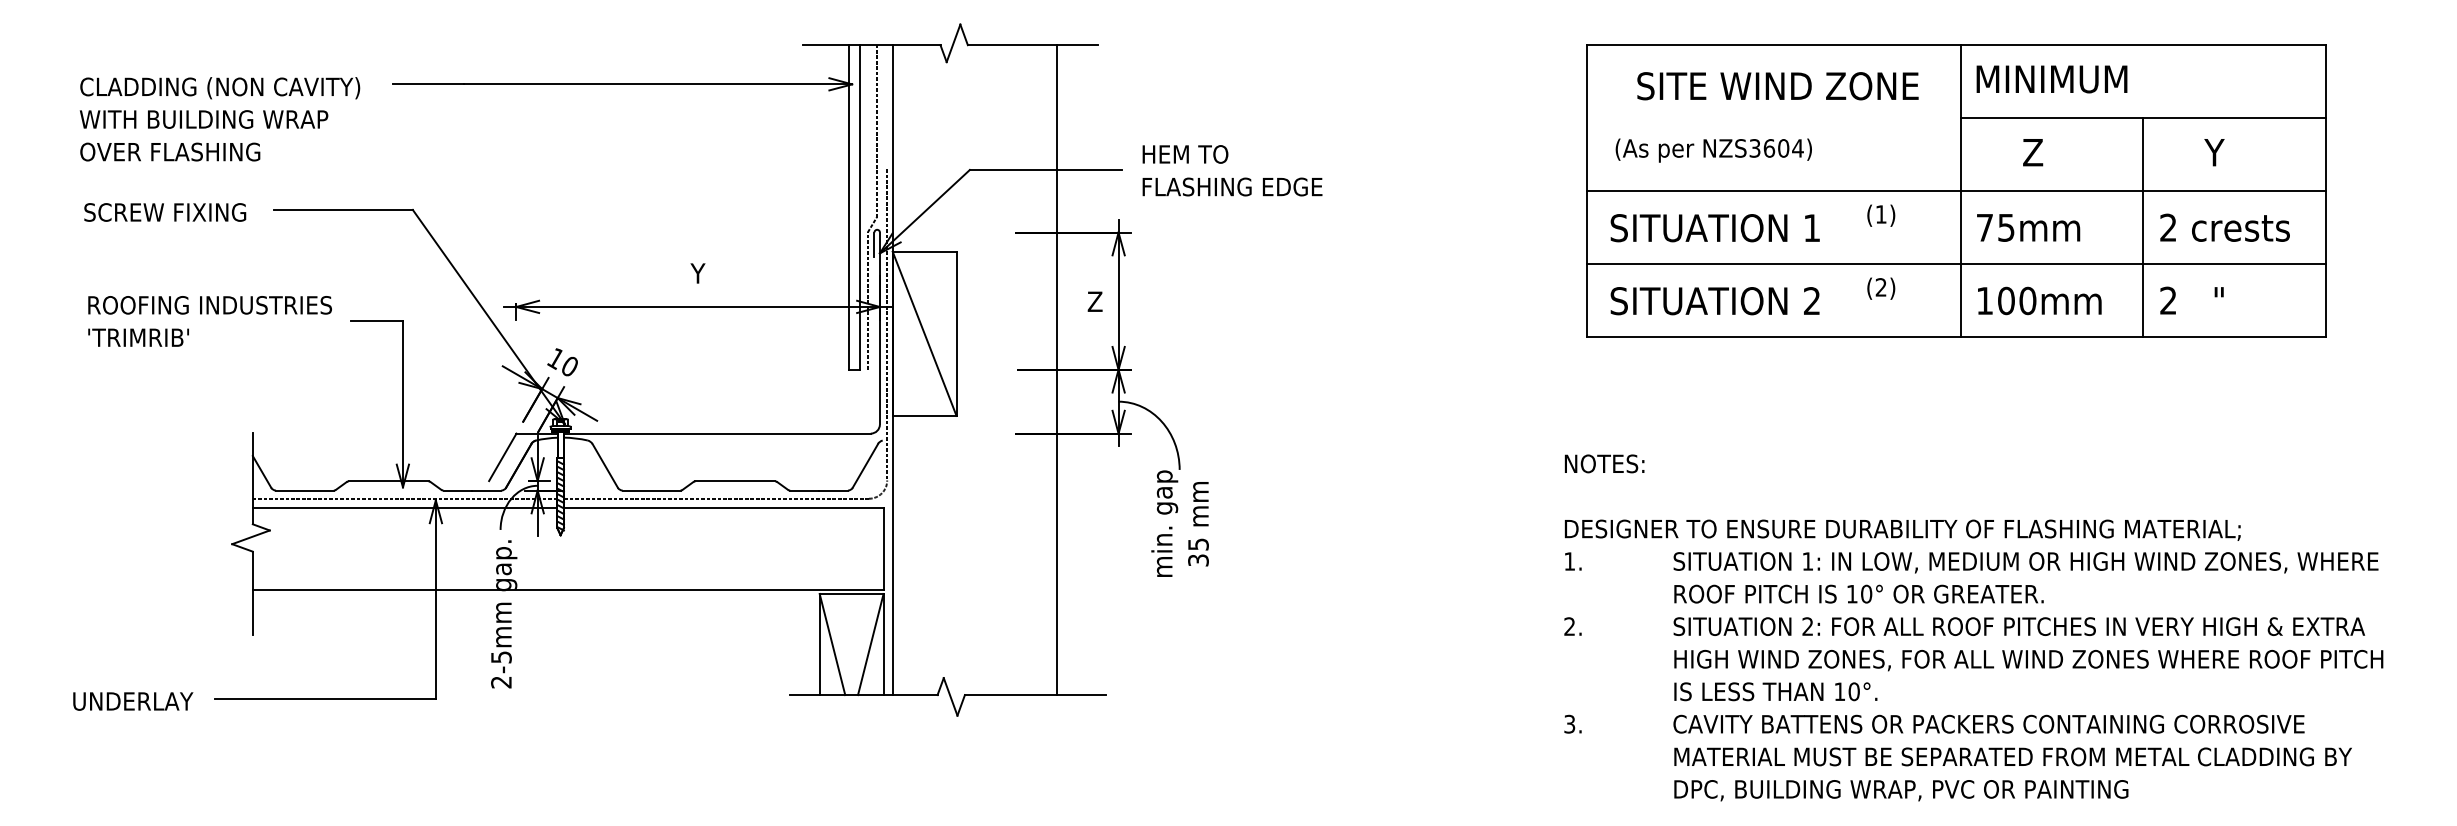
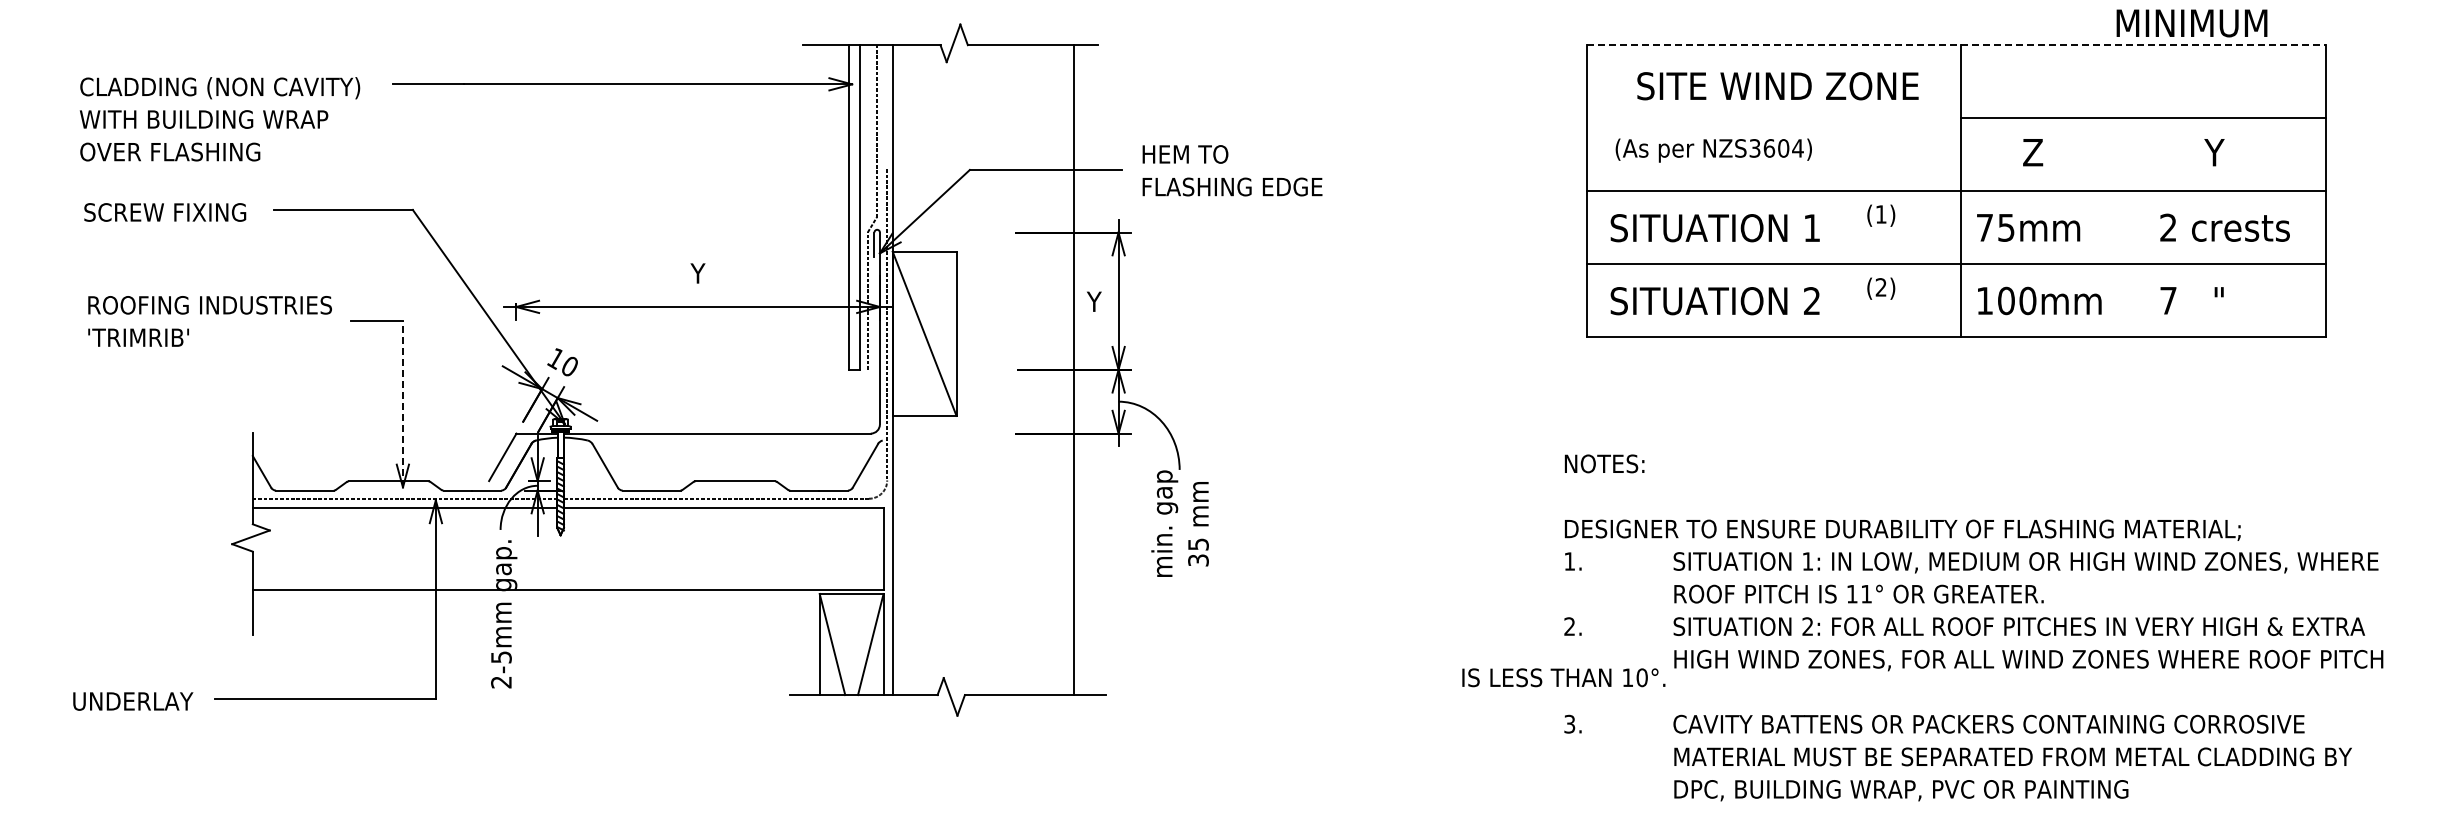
line at (1956, 45): solid -> dashed
text at (2051, 79) position: (2051, 79) -> (2191, 23)
line at (2143, 227): present -> none
text at (2168, 300): 2 -> 7
text at (1094, 301): Z -> Y
line at (1056, 370) position: (1056, 370) -> (1073, 370)
line at (403, 403): solid -> dashed
text at (1866, 593): 10° -> 11°
text at (1775, 691) position: (1775, 691) -> (1563, 677)
